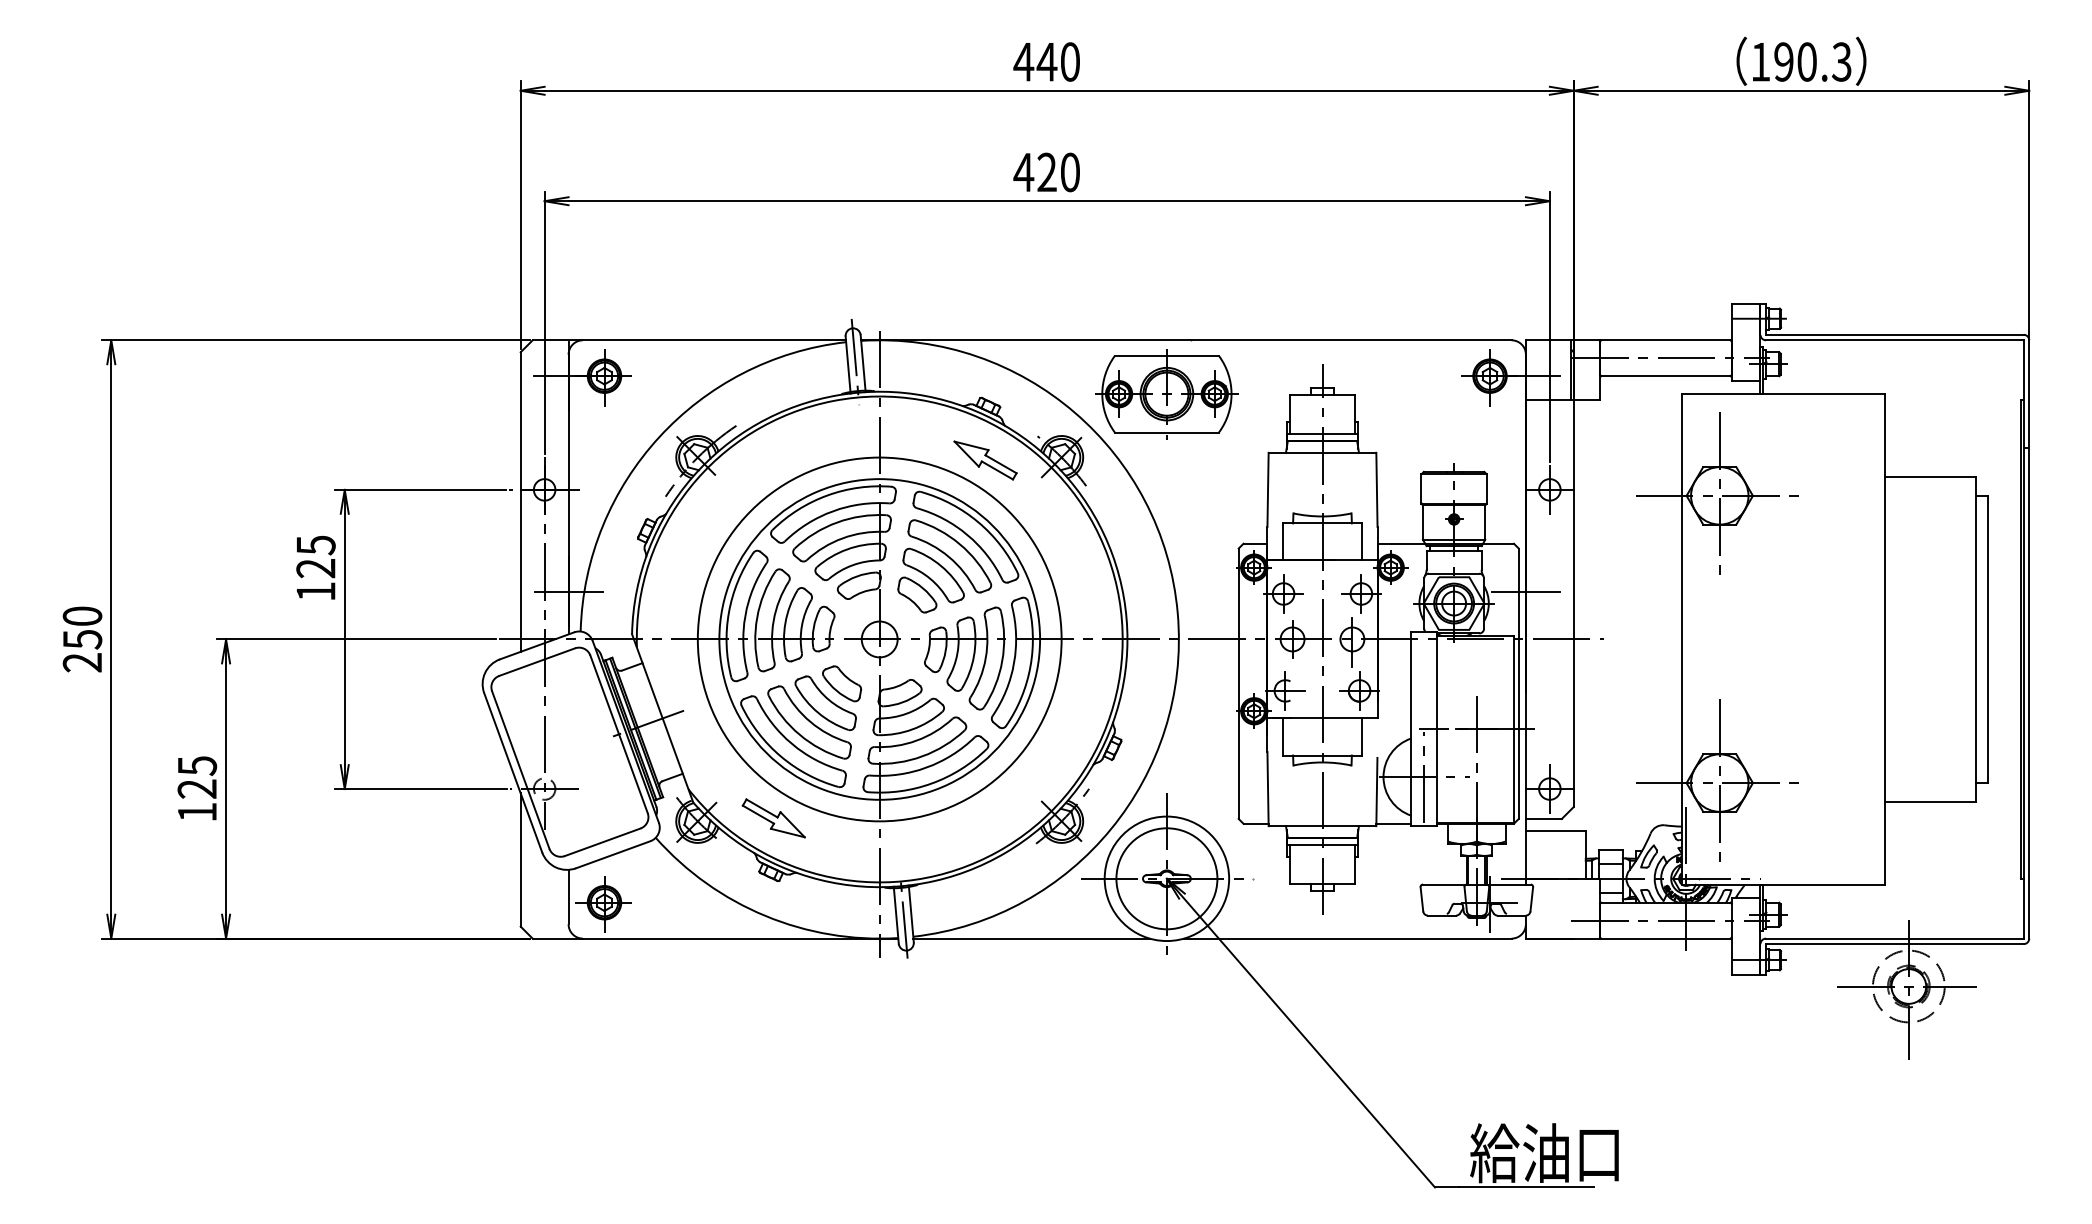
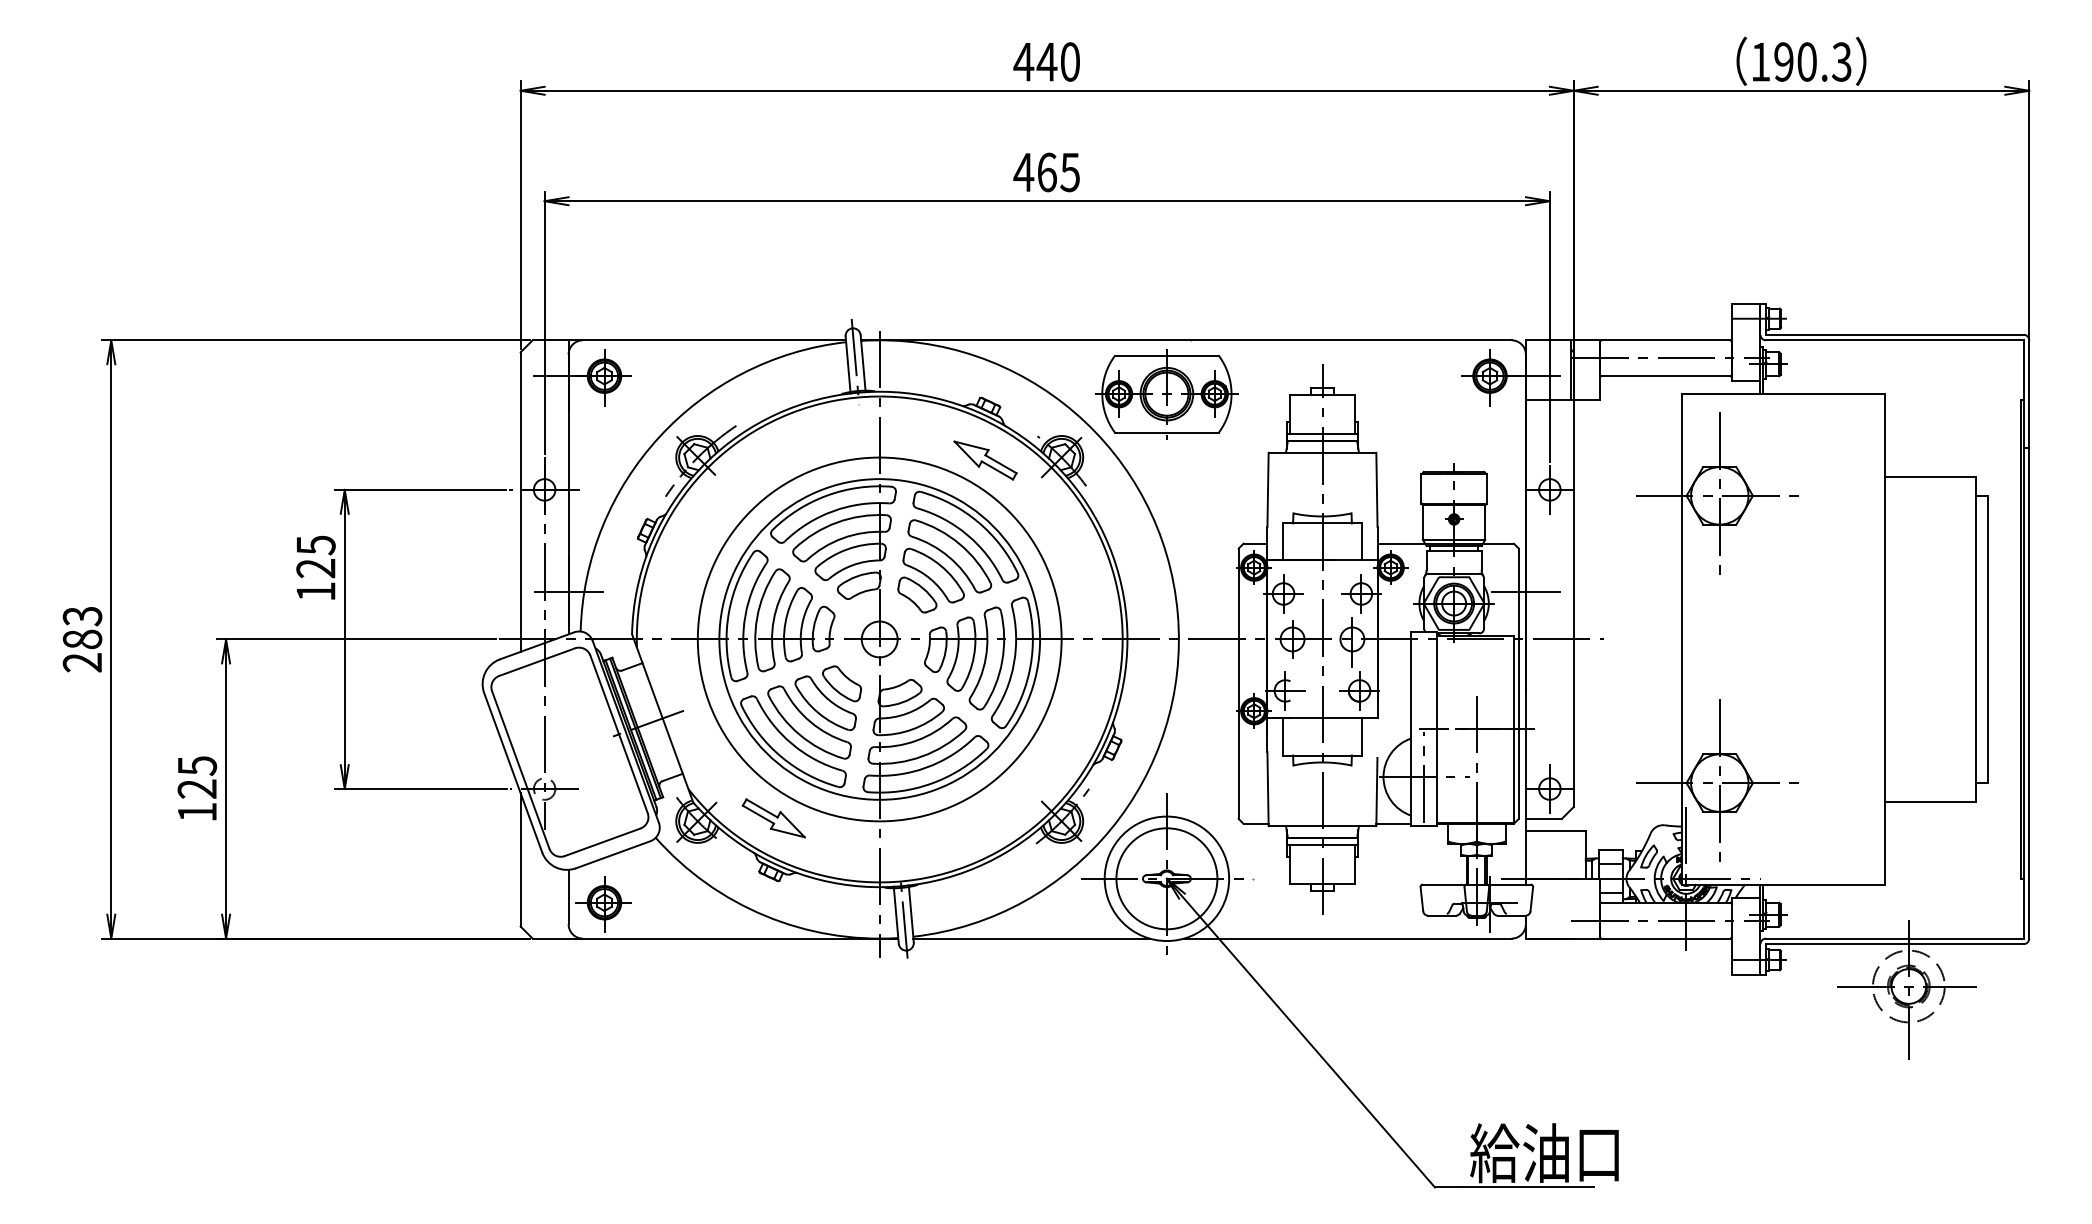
text at (1058, 172): 420 -> 465
text at (82, 627): 250 -> 283
